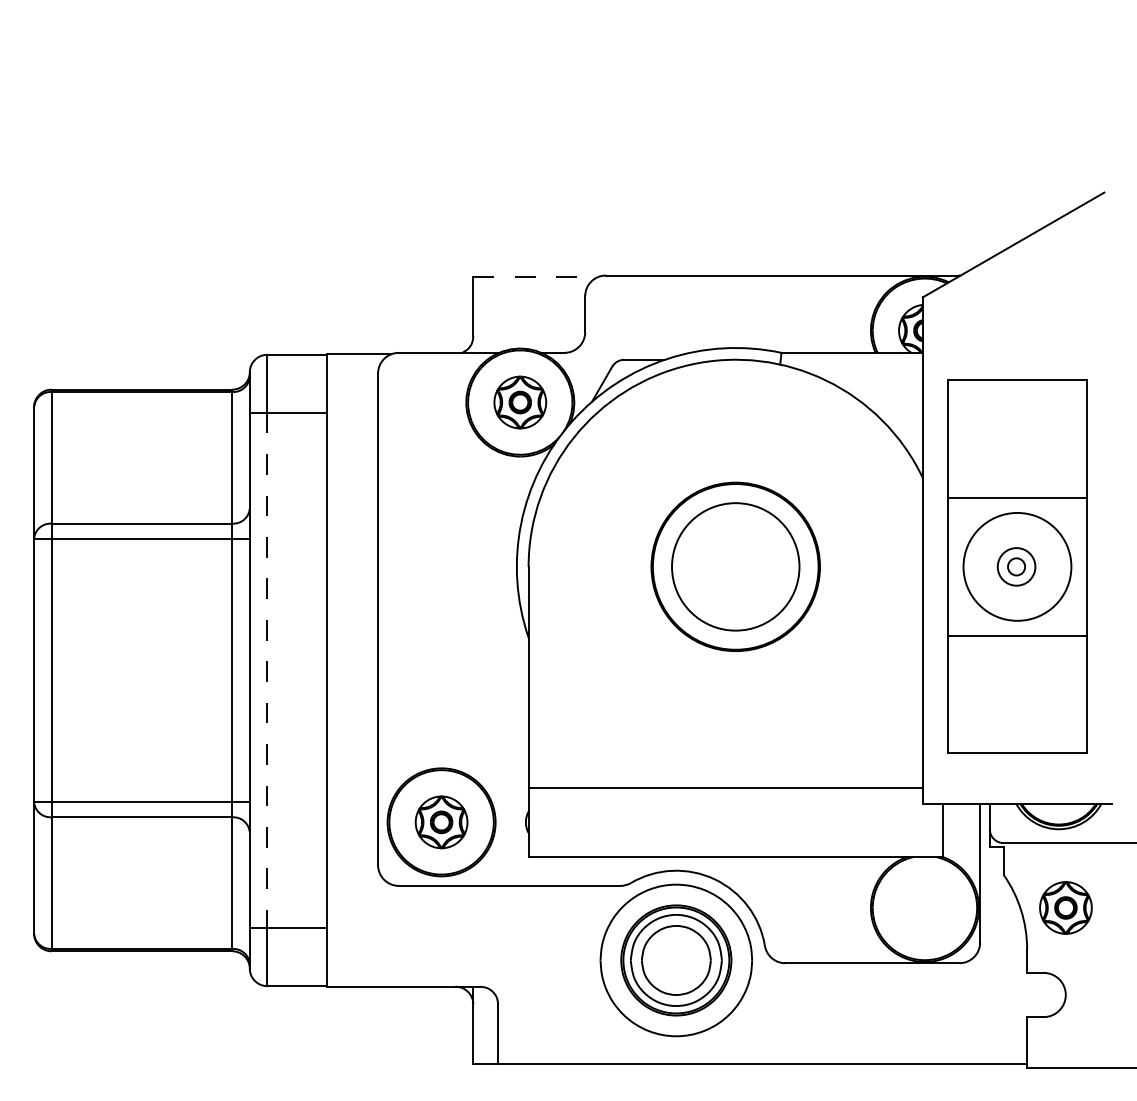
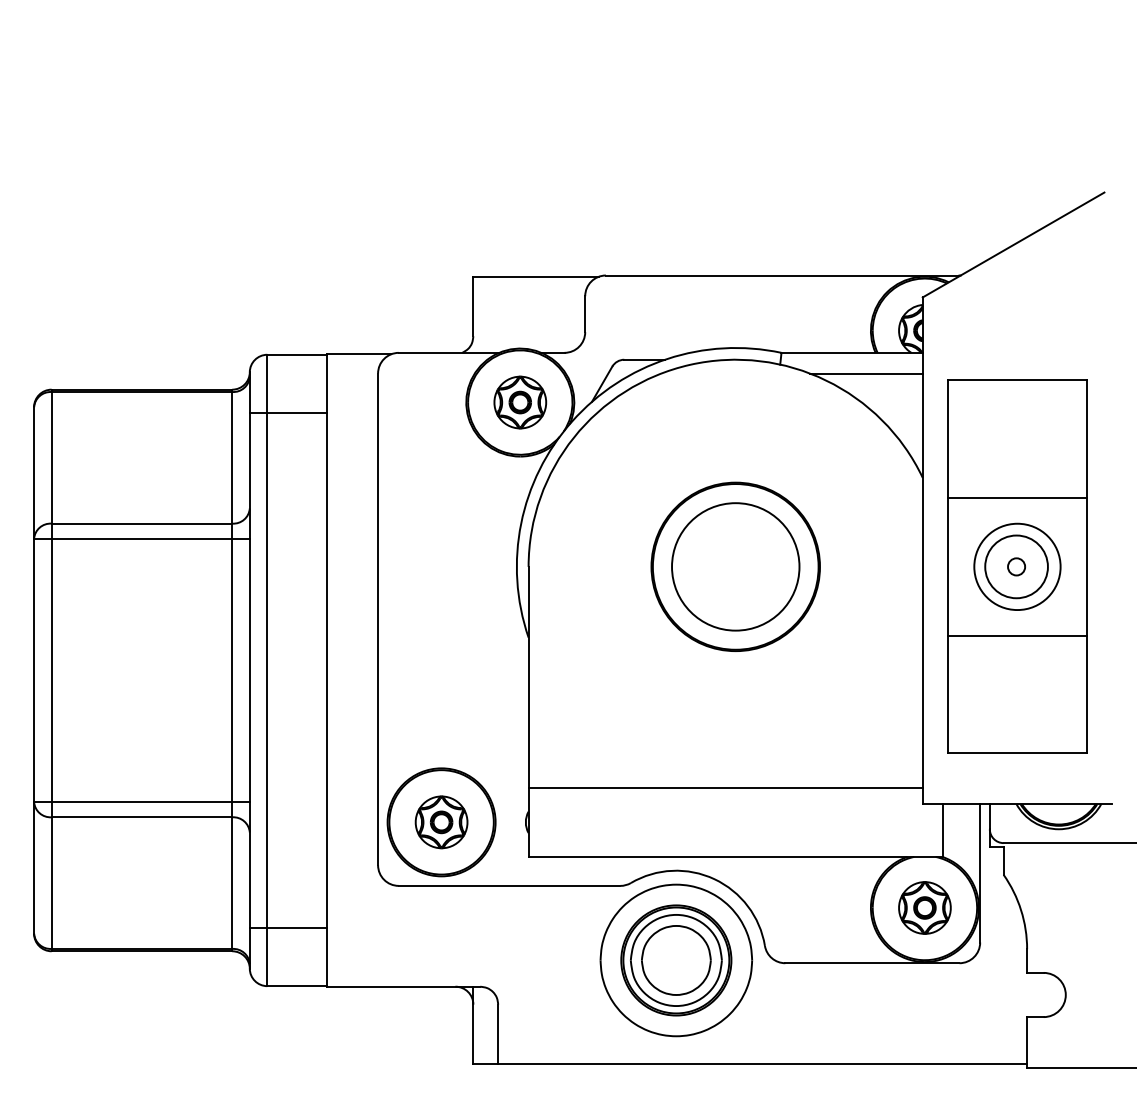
line at (535, 276): dashed -> solid
line at (866, 373): none -> present
circle at (1016, 566) diameter: 38 px -> 63 px
circle at (1017, 566) diameter: 108 px -> 86 px
line at (267, 670): dashed -> solid
part at (1065, 907) position: (1065, 907) -> (924, 907)
